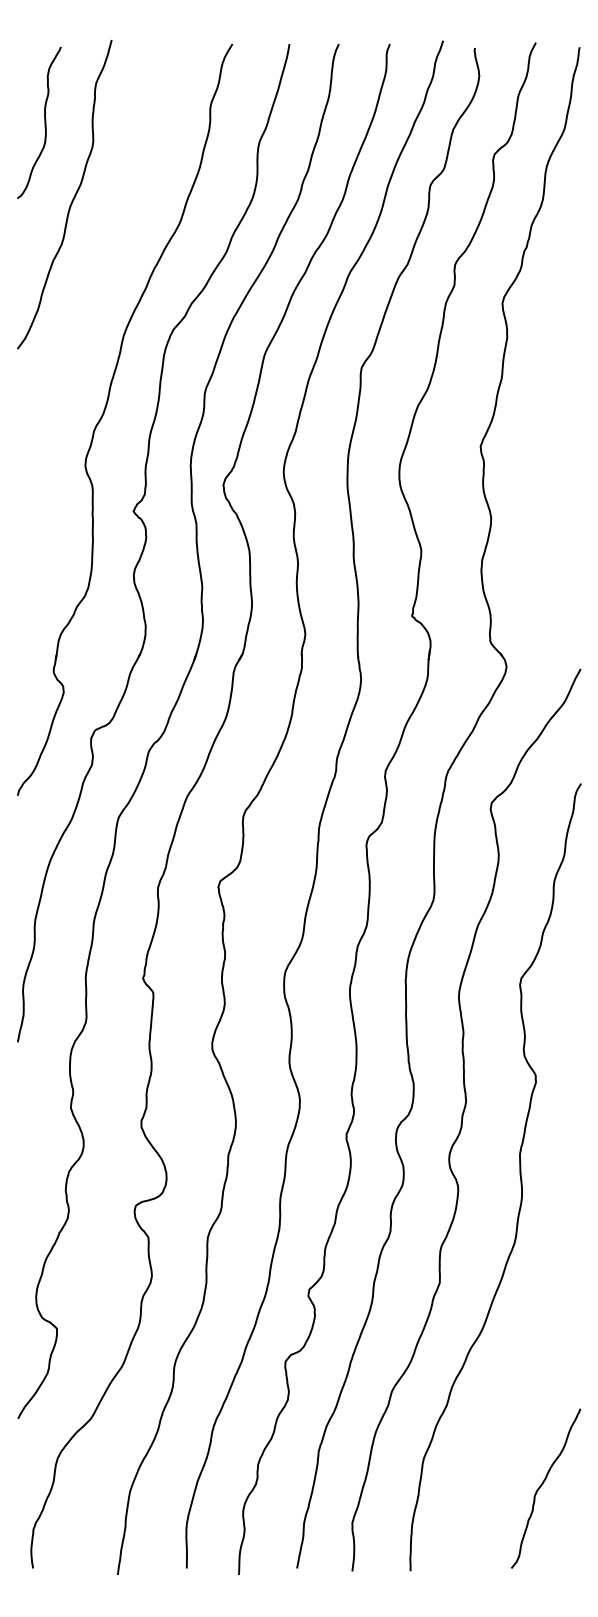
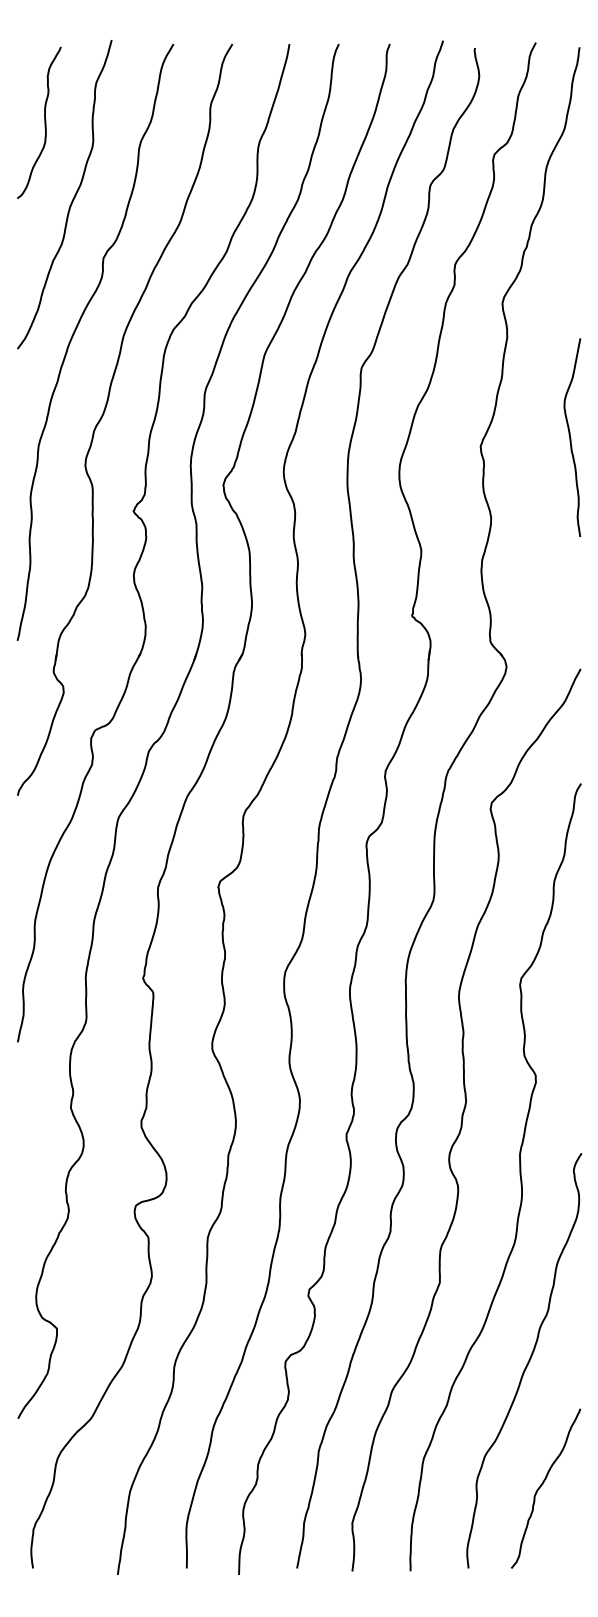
curve at (75, 332): none -> present
curve at (571, 438): none -> present
curve at (527, 1362): none -> present
